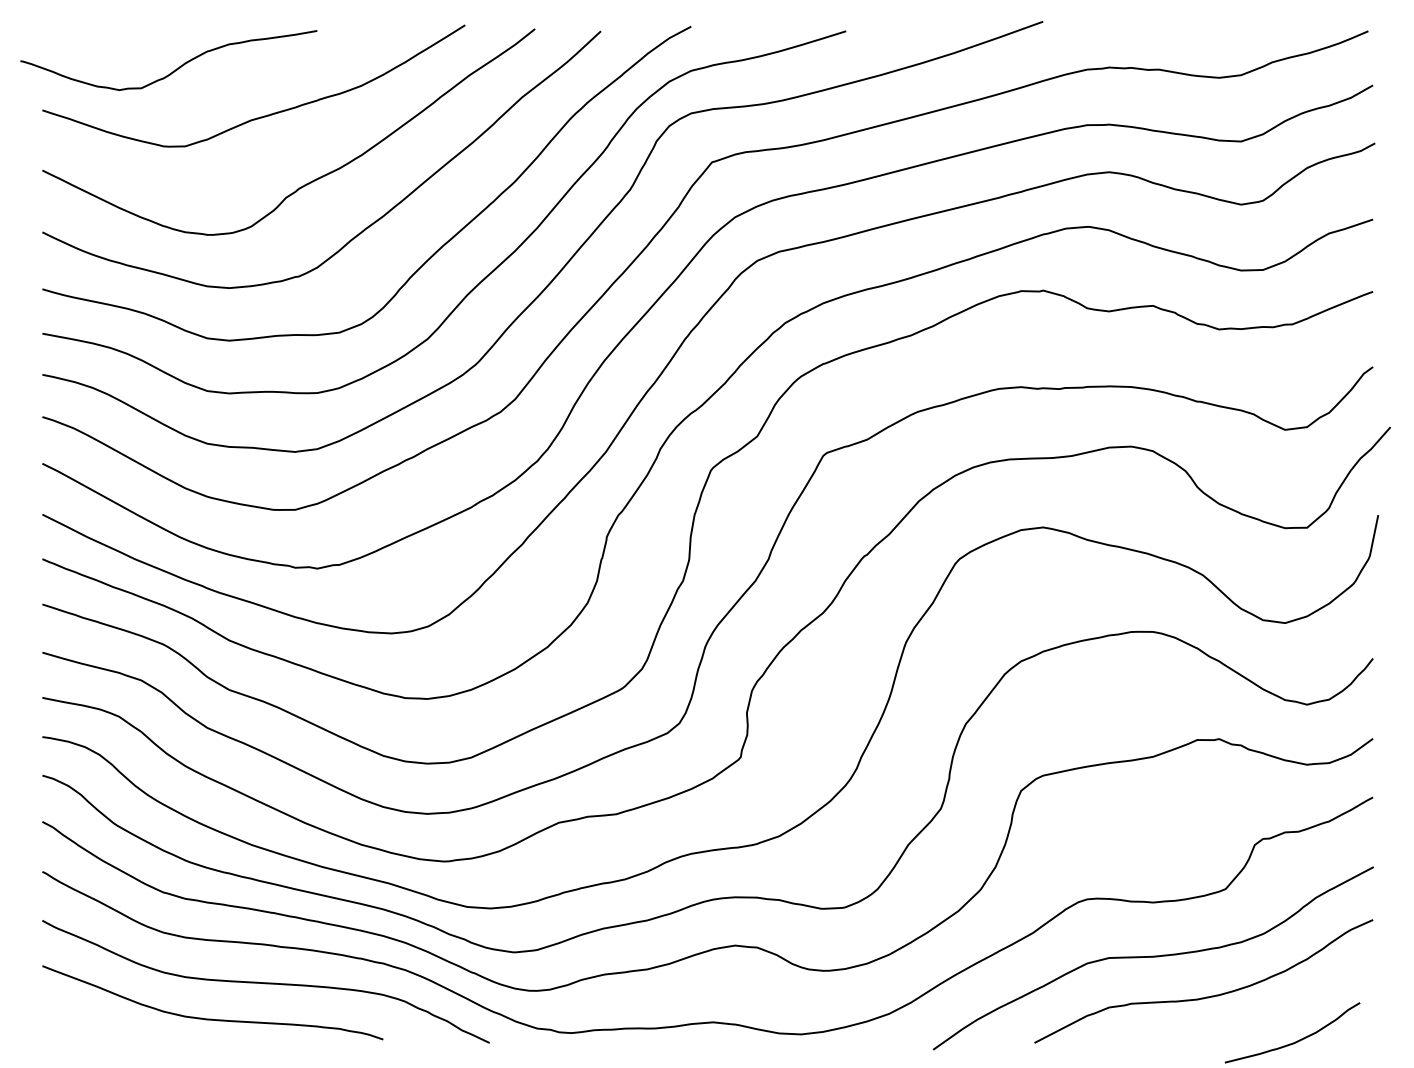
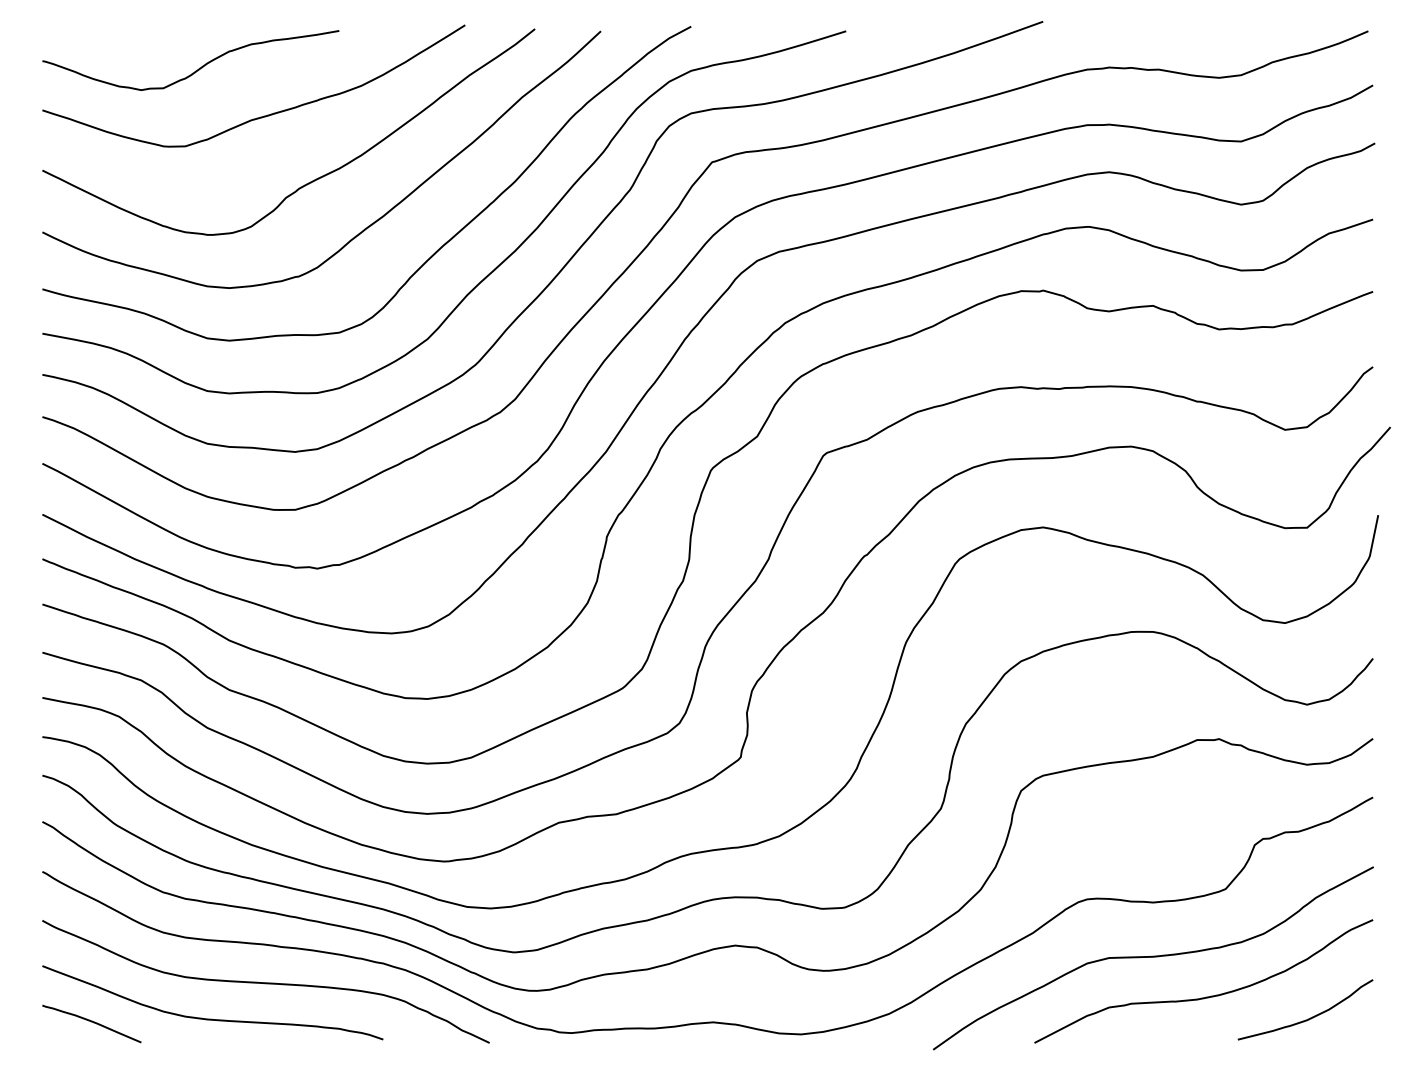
curve at (173, 70) position: (173, 70) -> (195, 70)
curve at (91, 1022): none -> present
curve at (1297, 1040) position: (1297, 1040) -> (1310, 1017)
